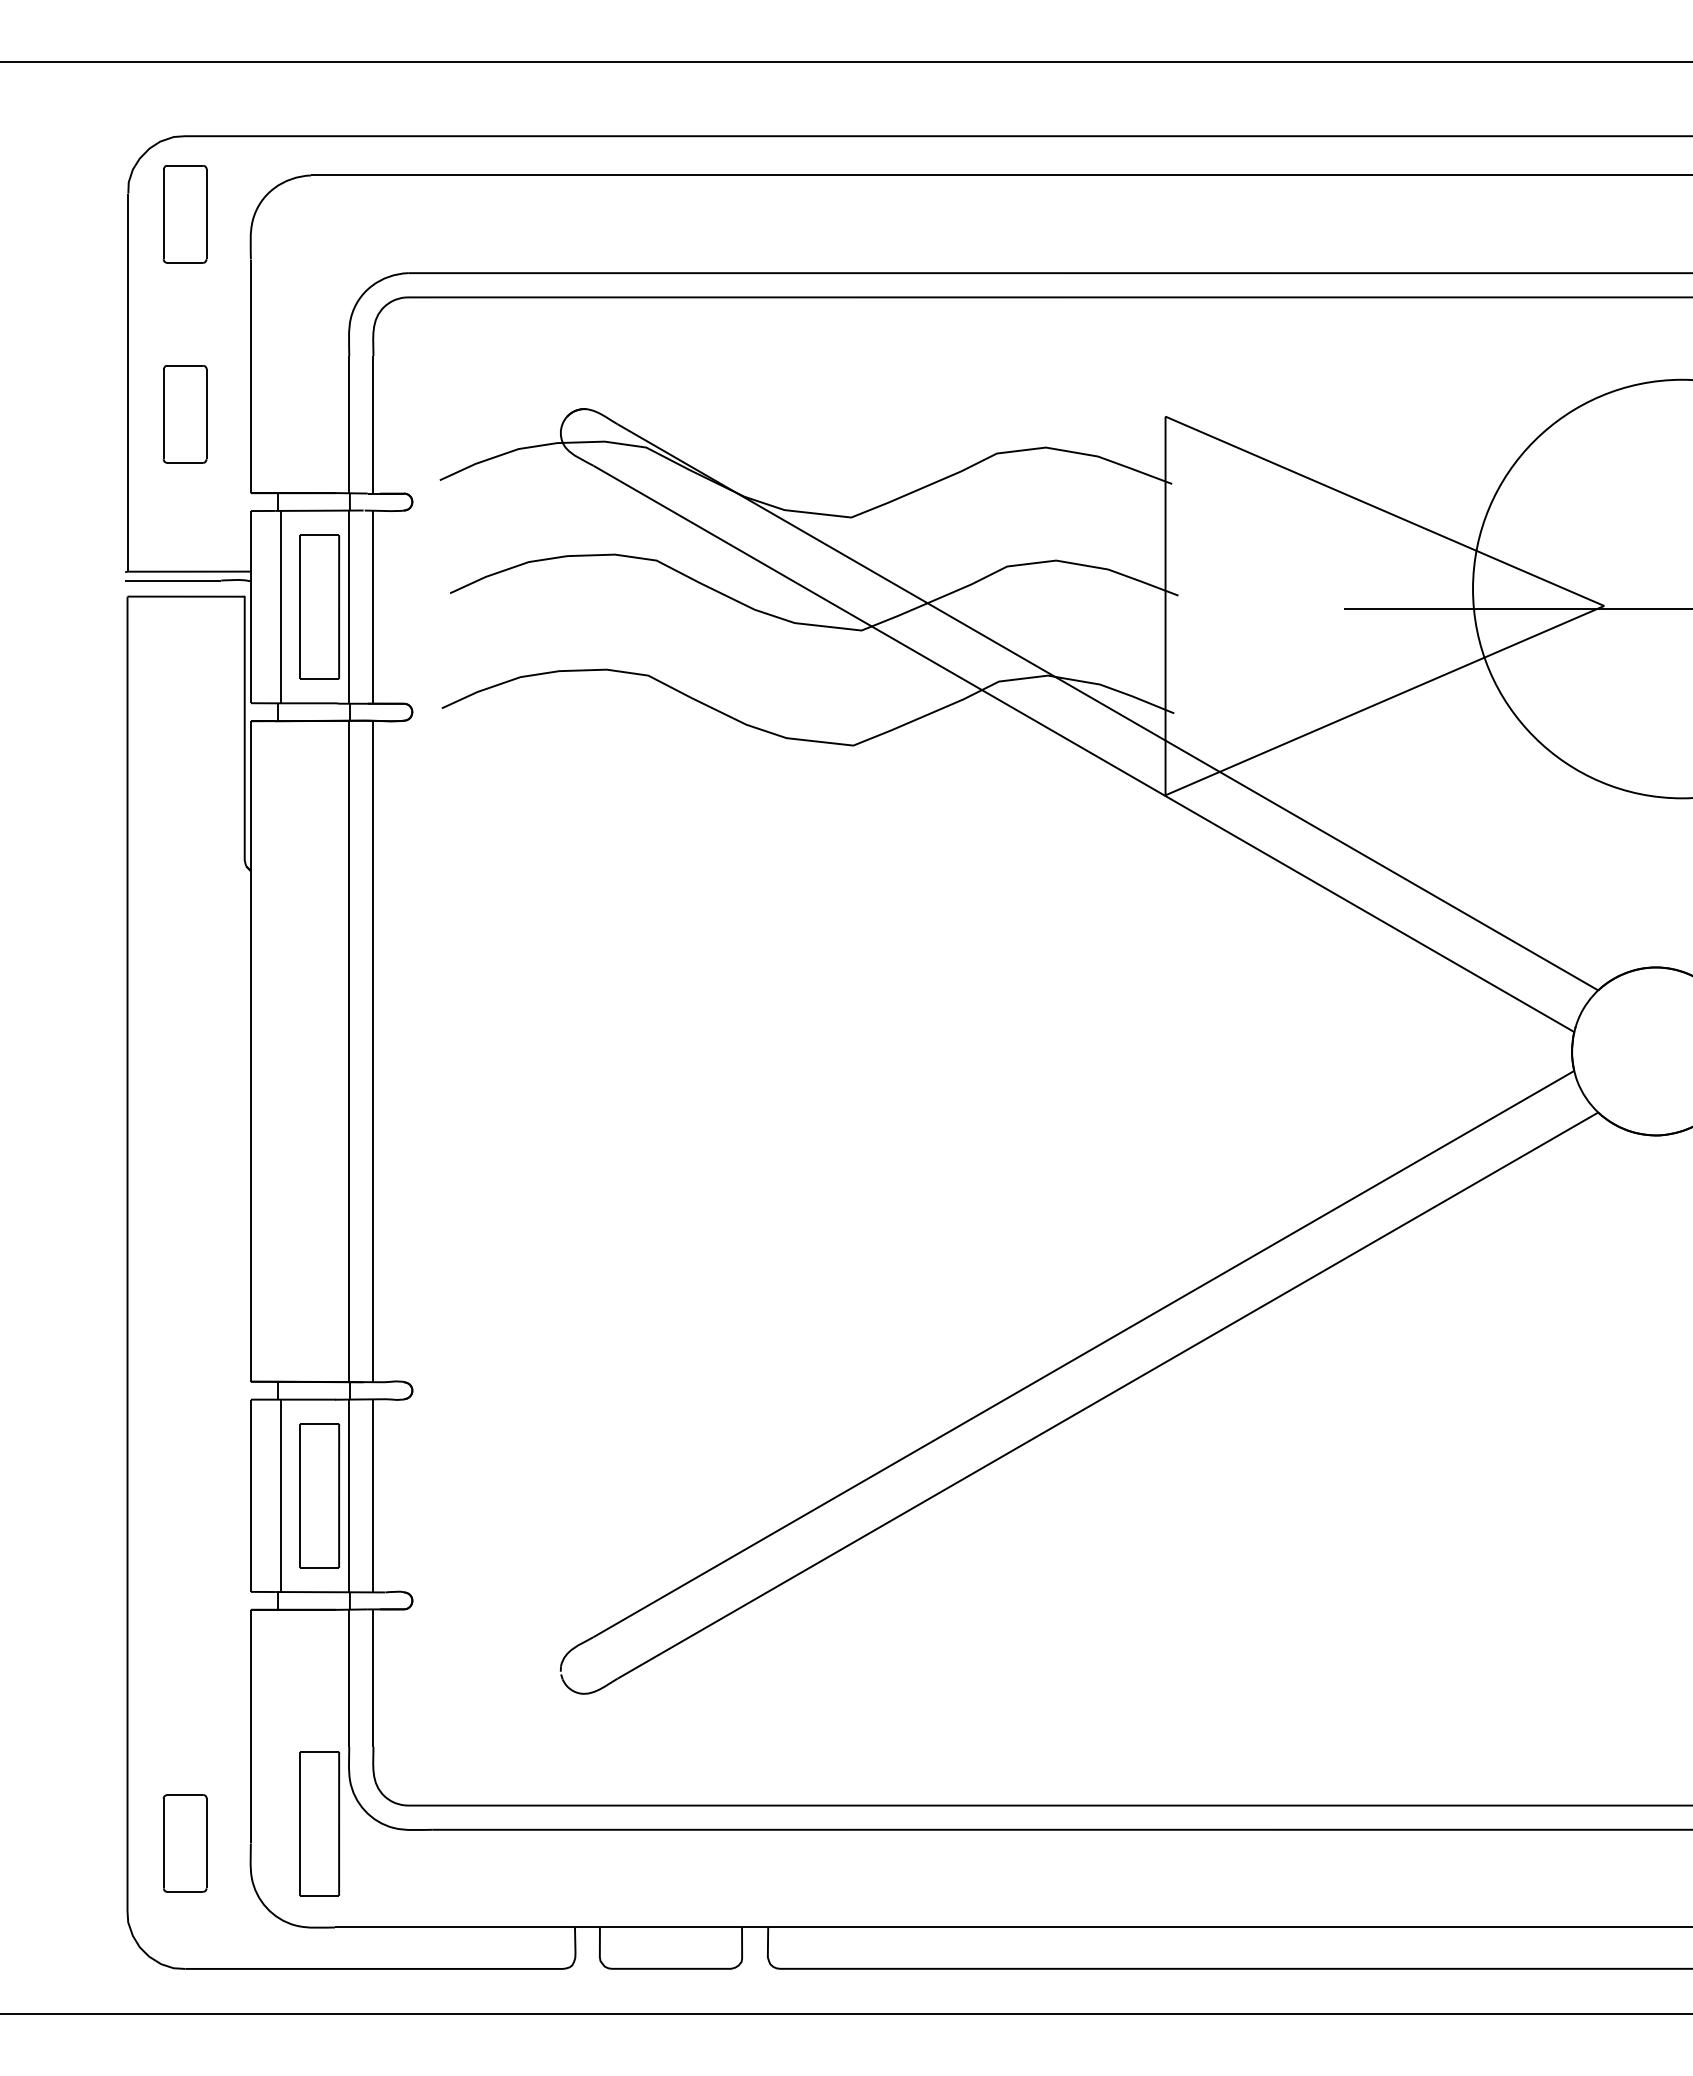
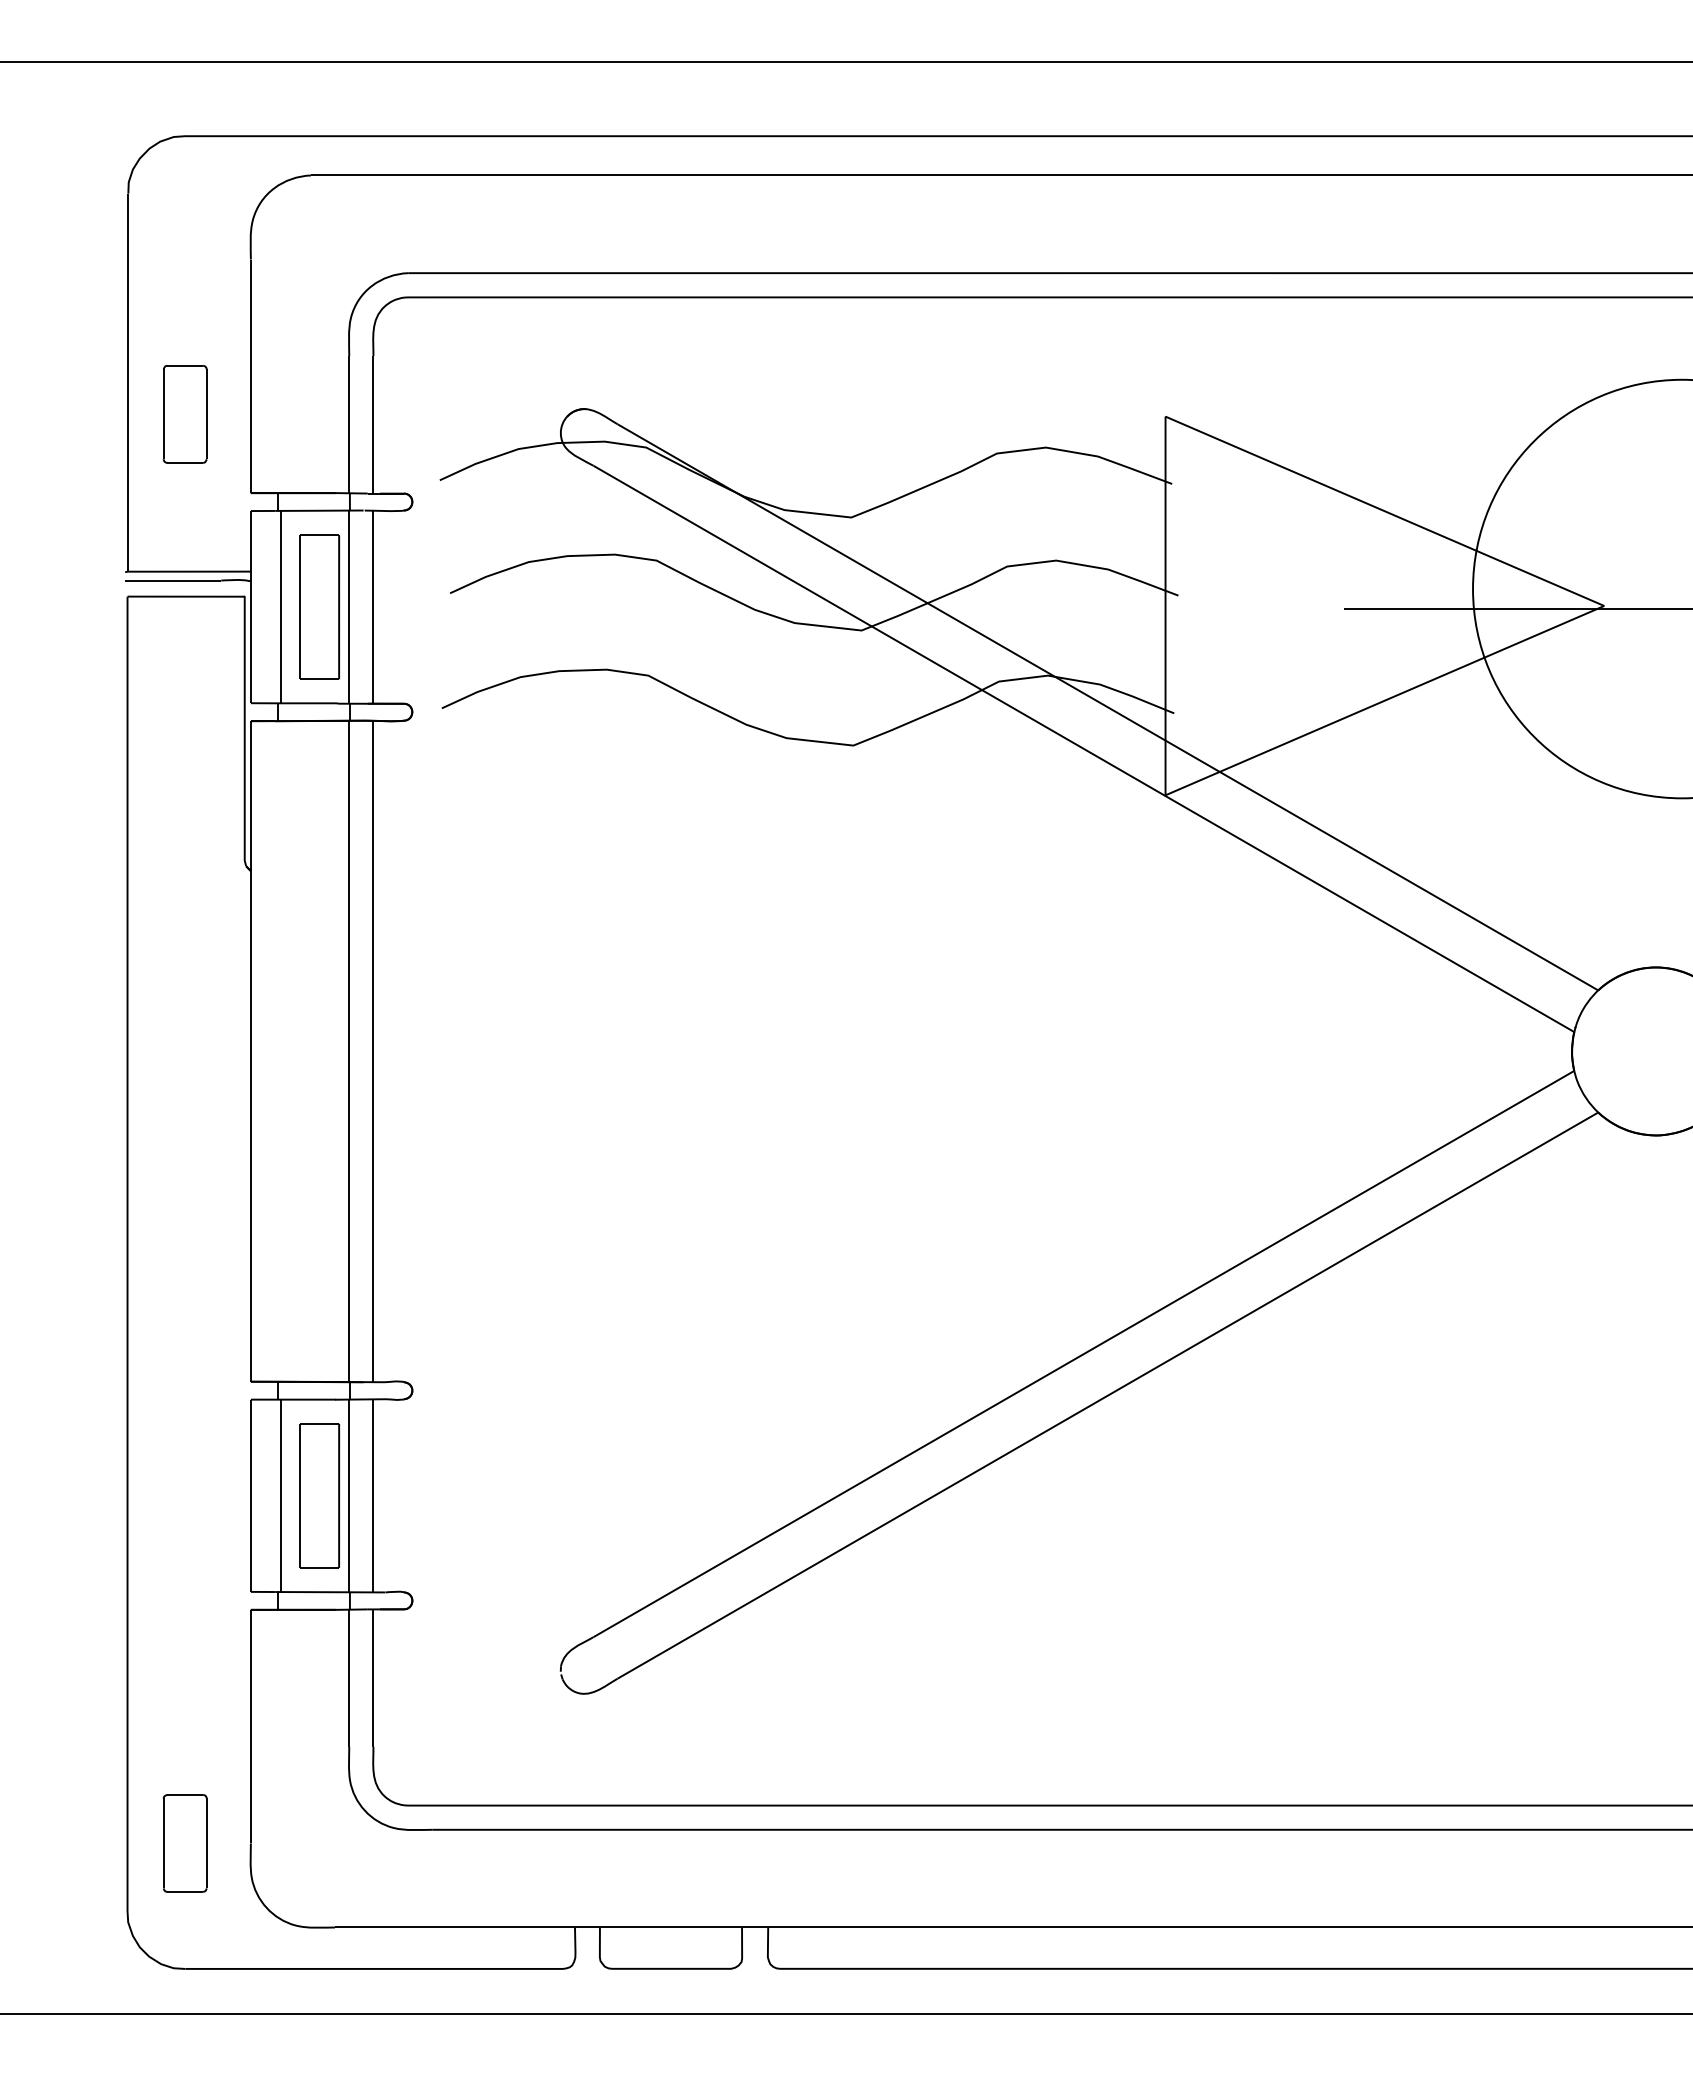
part at (184, 214): present -> none
part at (319, 1823): present -> none
